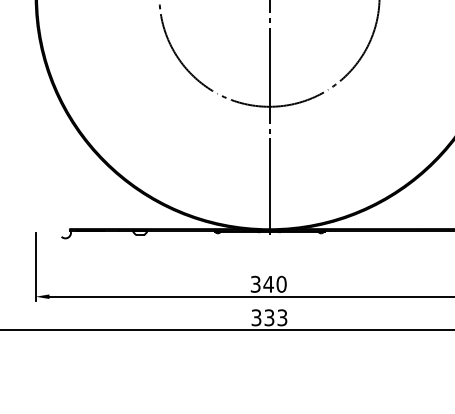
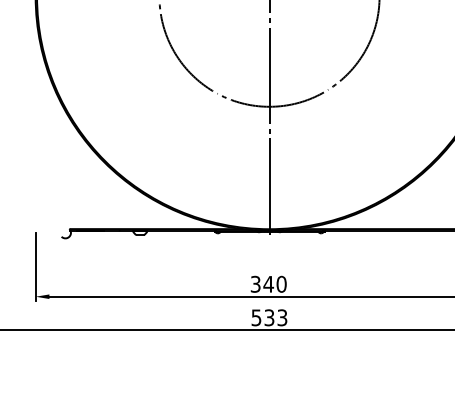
text at (256, 317): 333 -> 533
